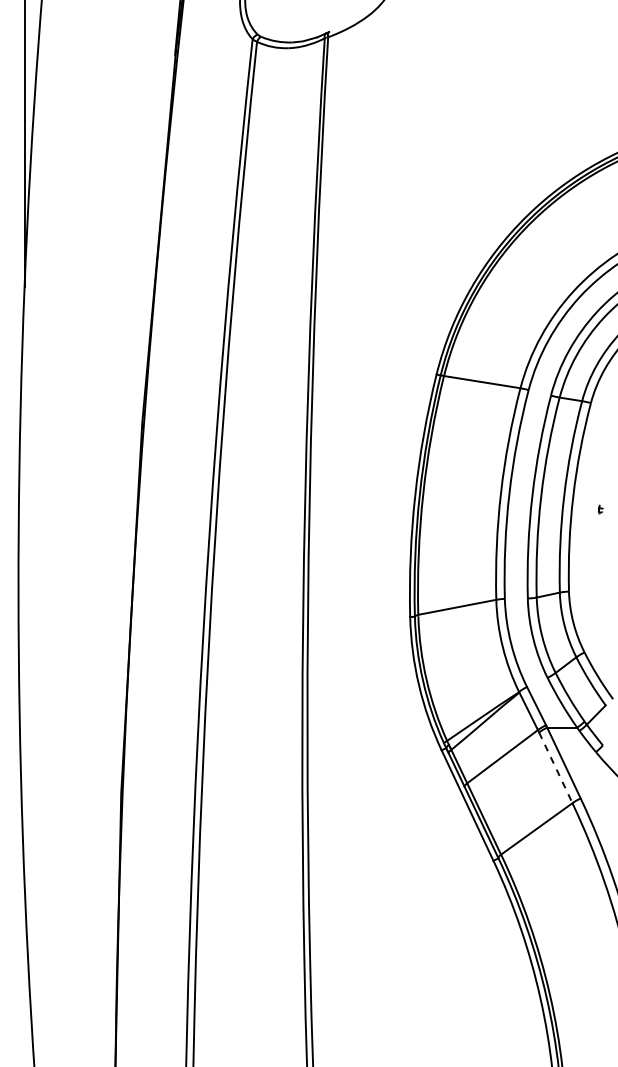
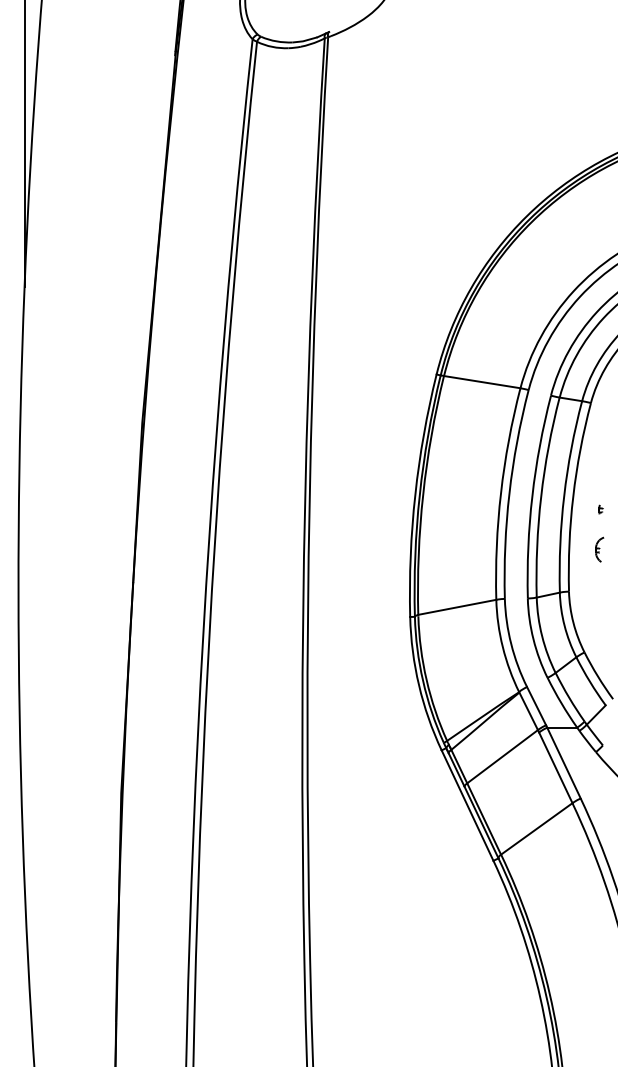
part at (599, 549): none -> present
line at (556, 768): dashed -> solid
